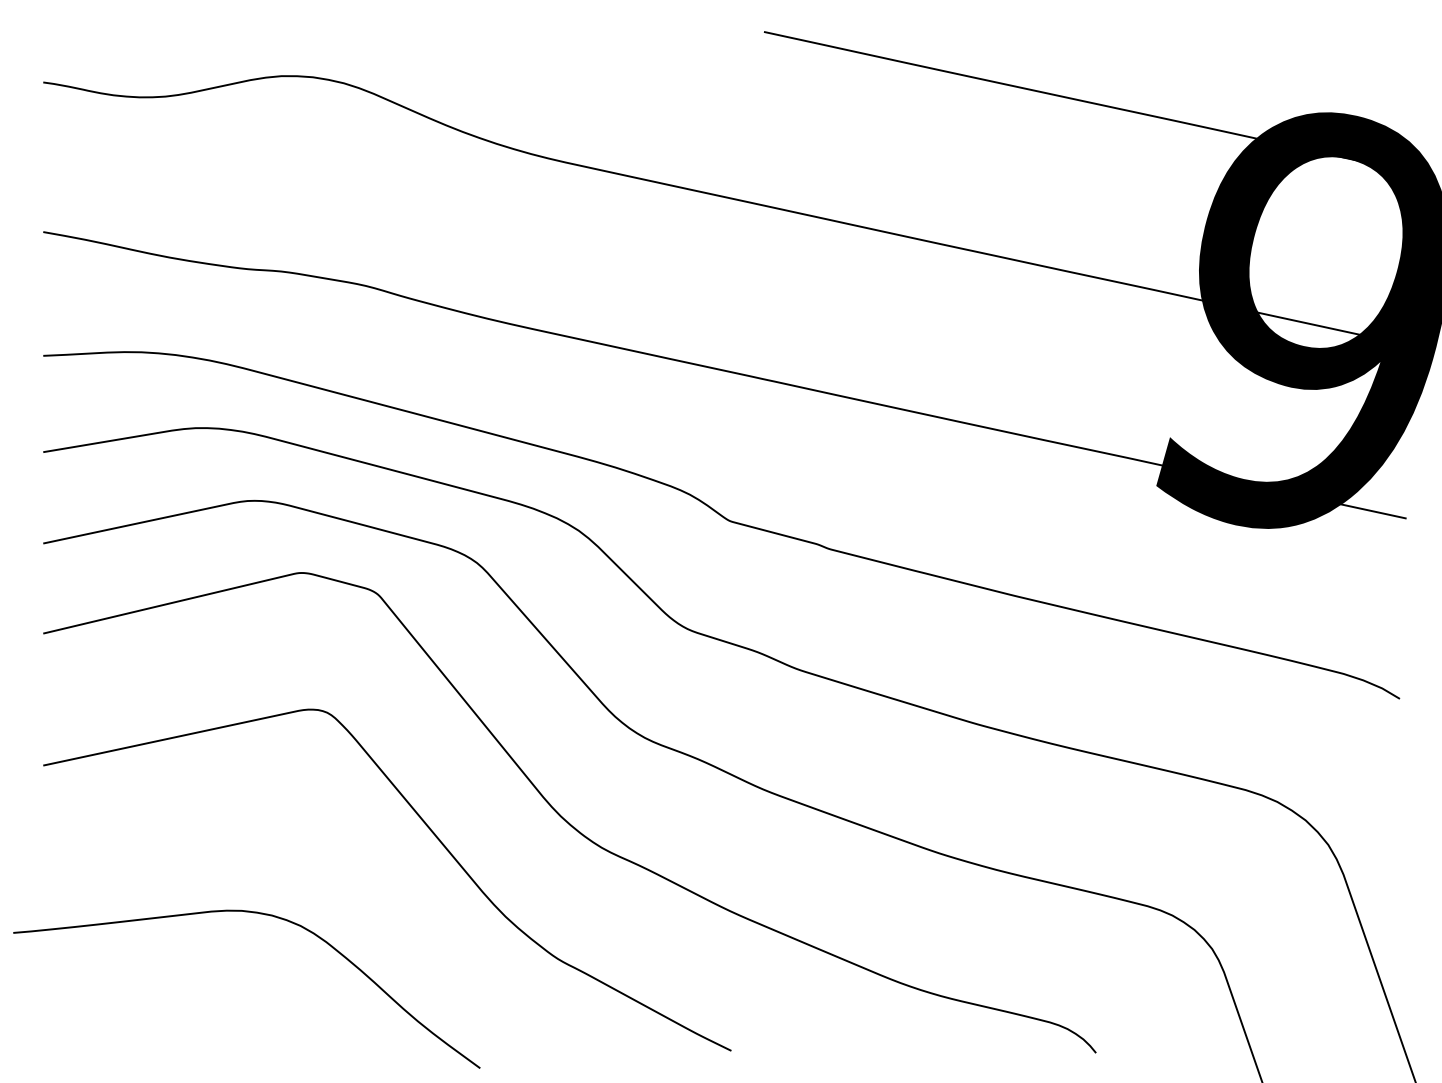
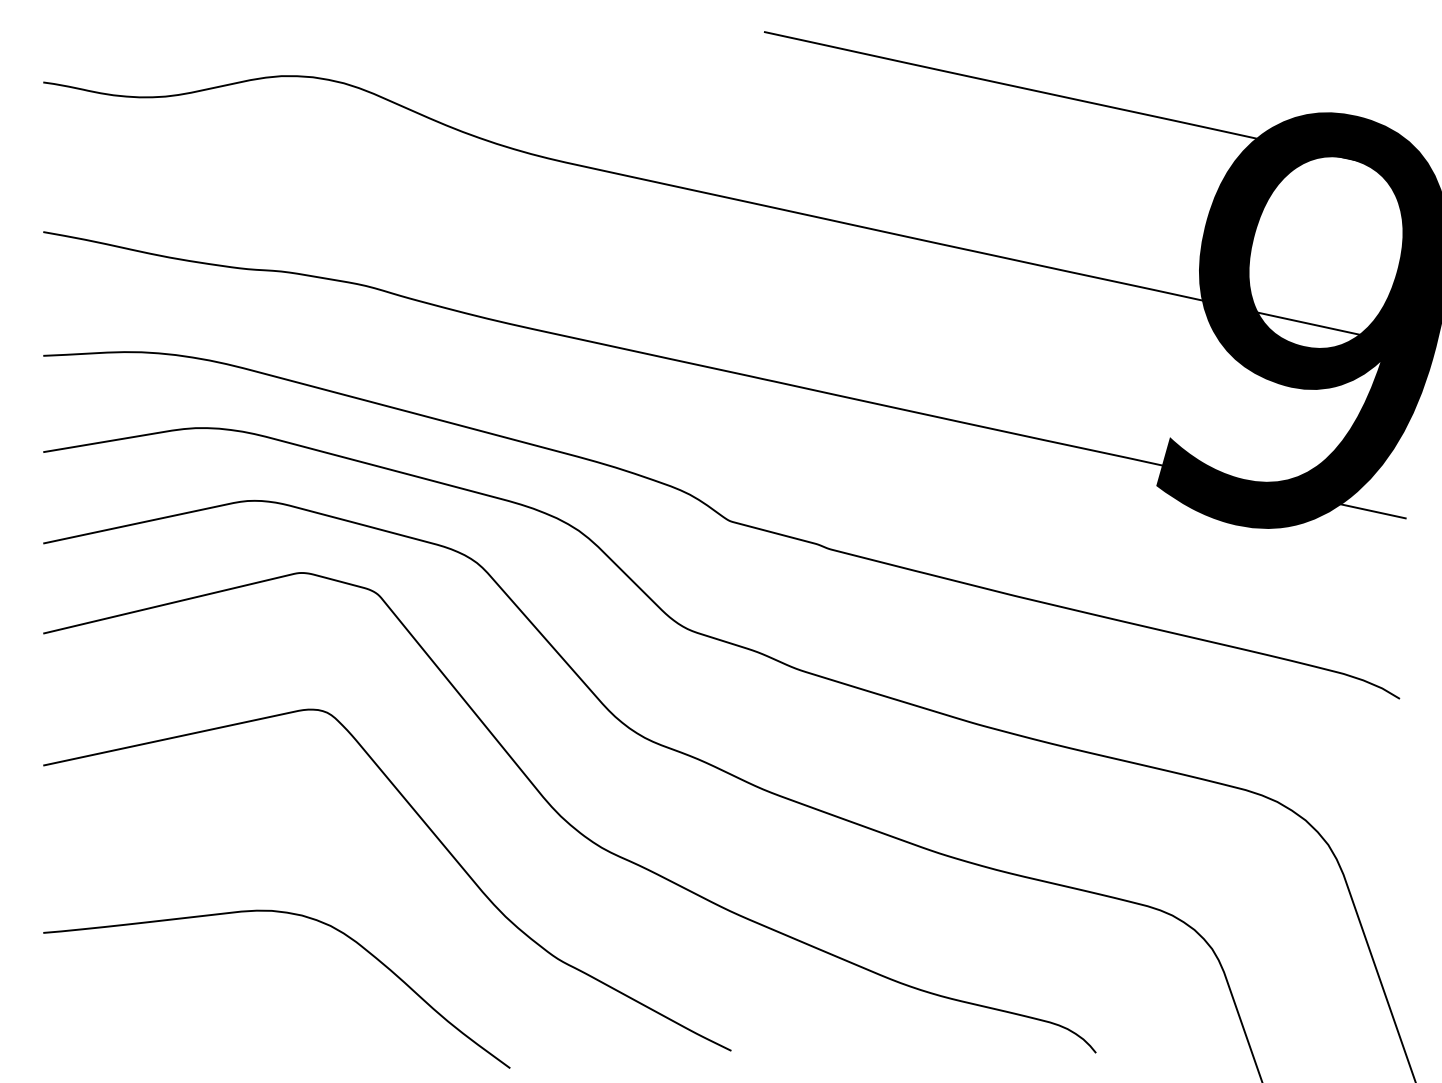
curve at (260, 914) position: (260, 914) -> (290, 914)
